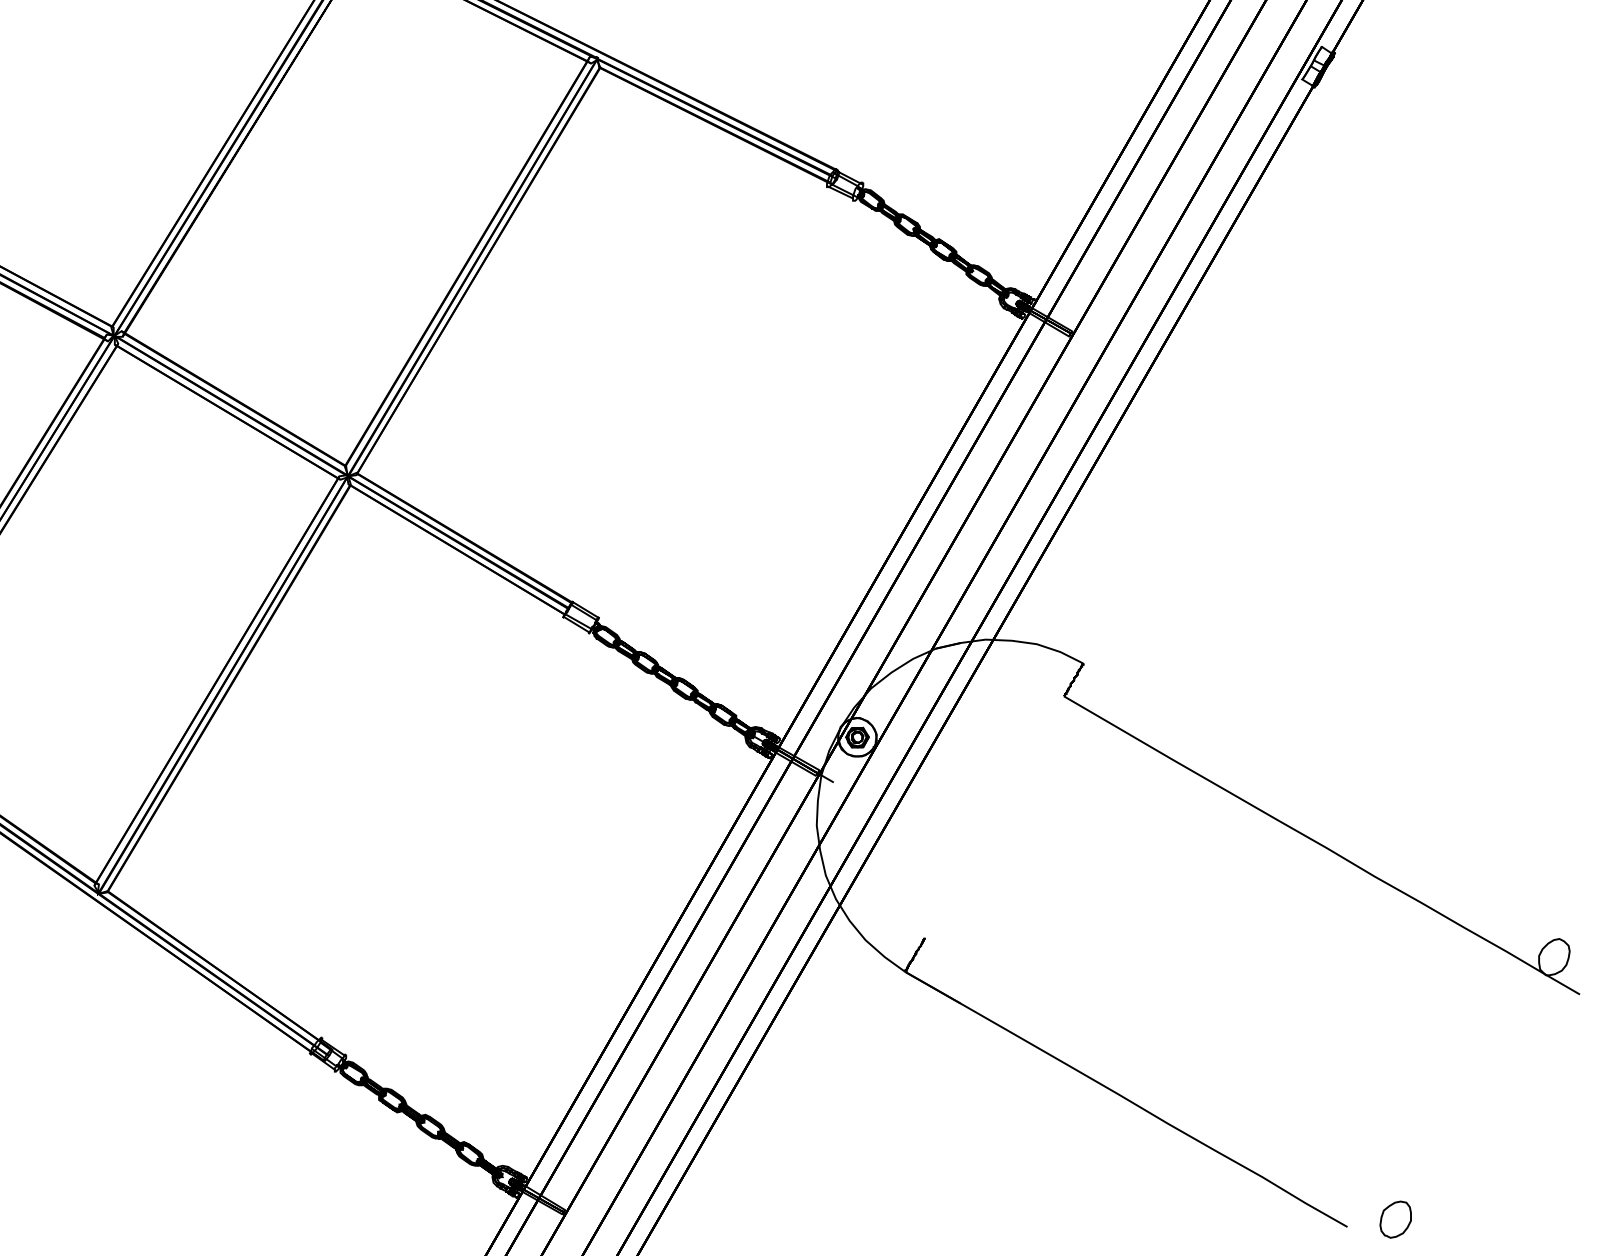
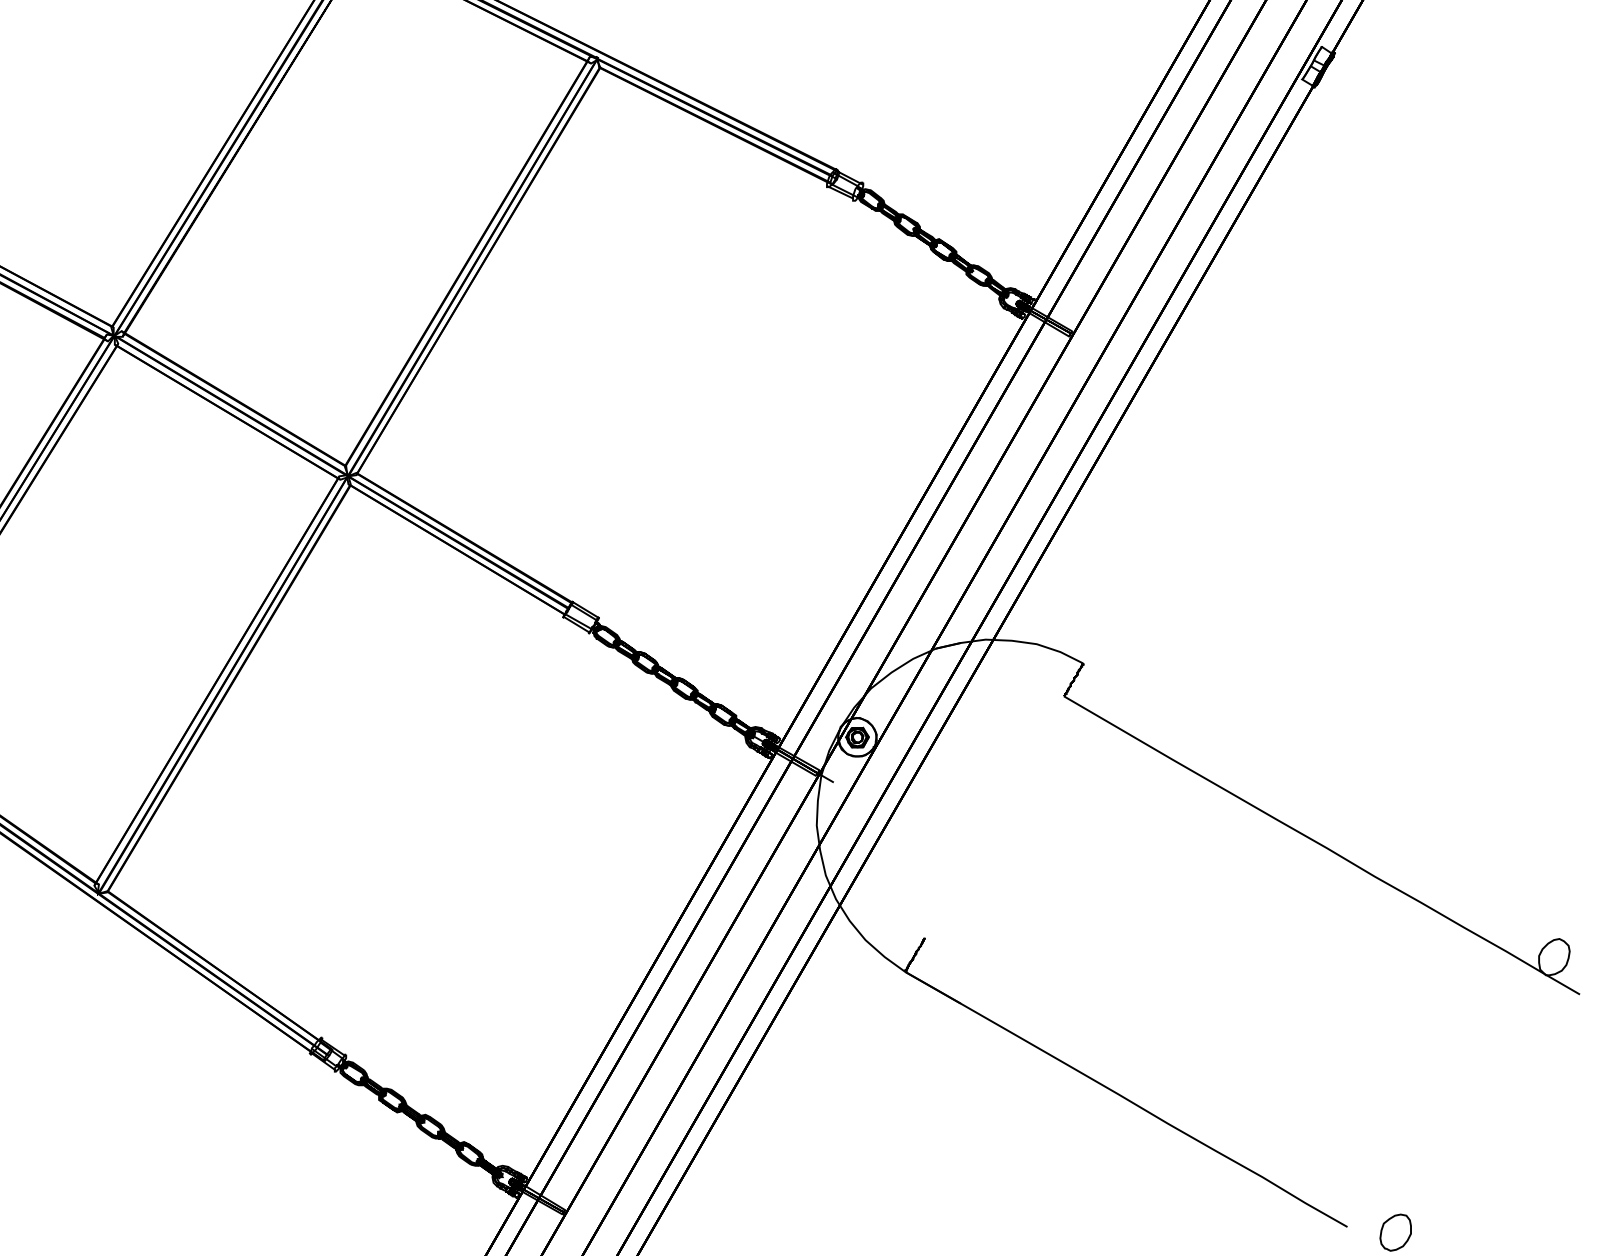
part at (1395, 1219) position: (1395, 1219) -> (1395, 1232)
